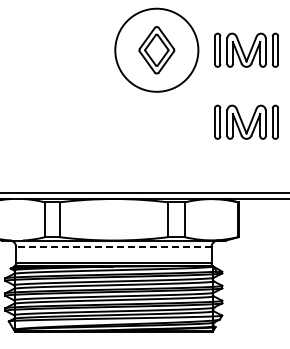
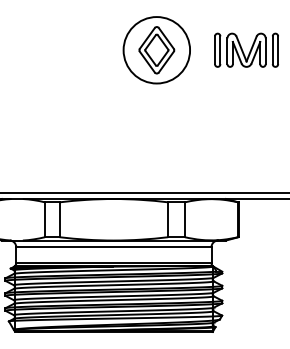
circle at (156, 49) diameter: 83 px -> 66 px
part at (246, 121): present -> none
line at (113, 247): dashed -> solid
